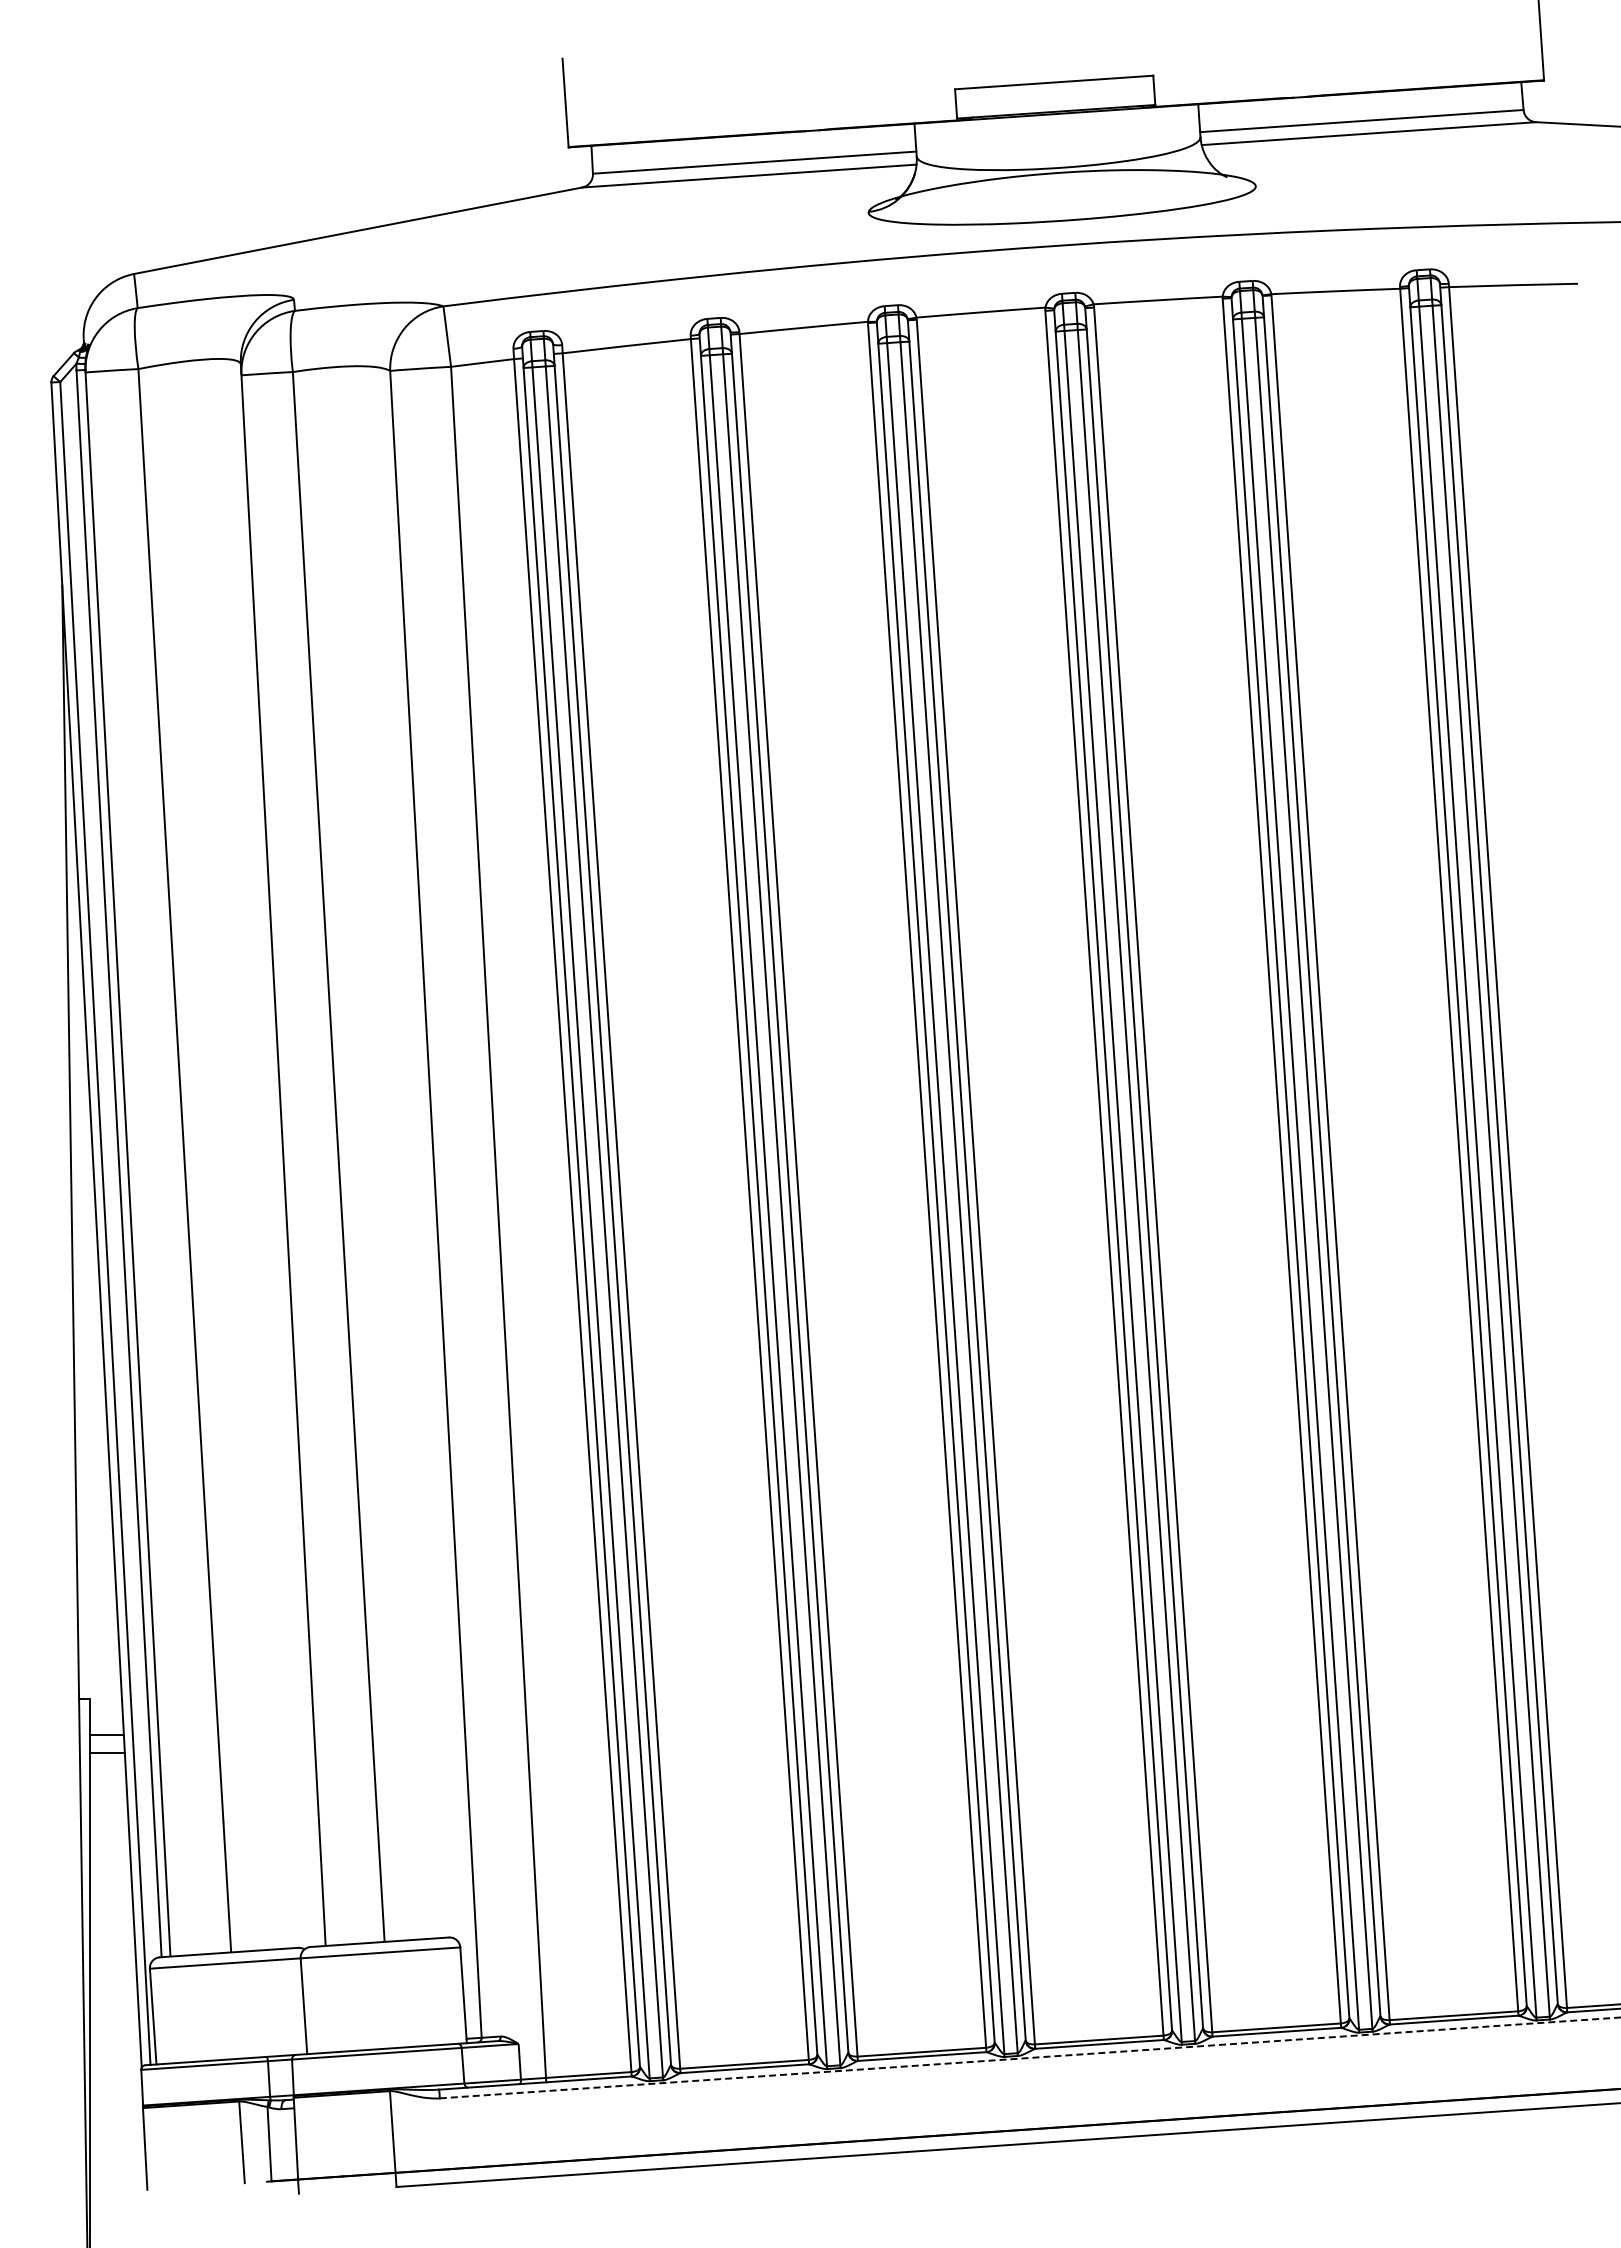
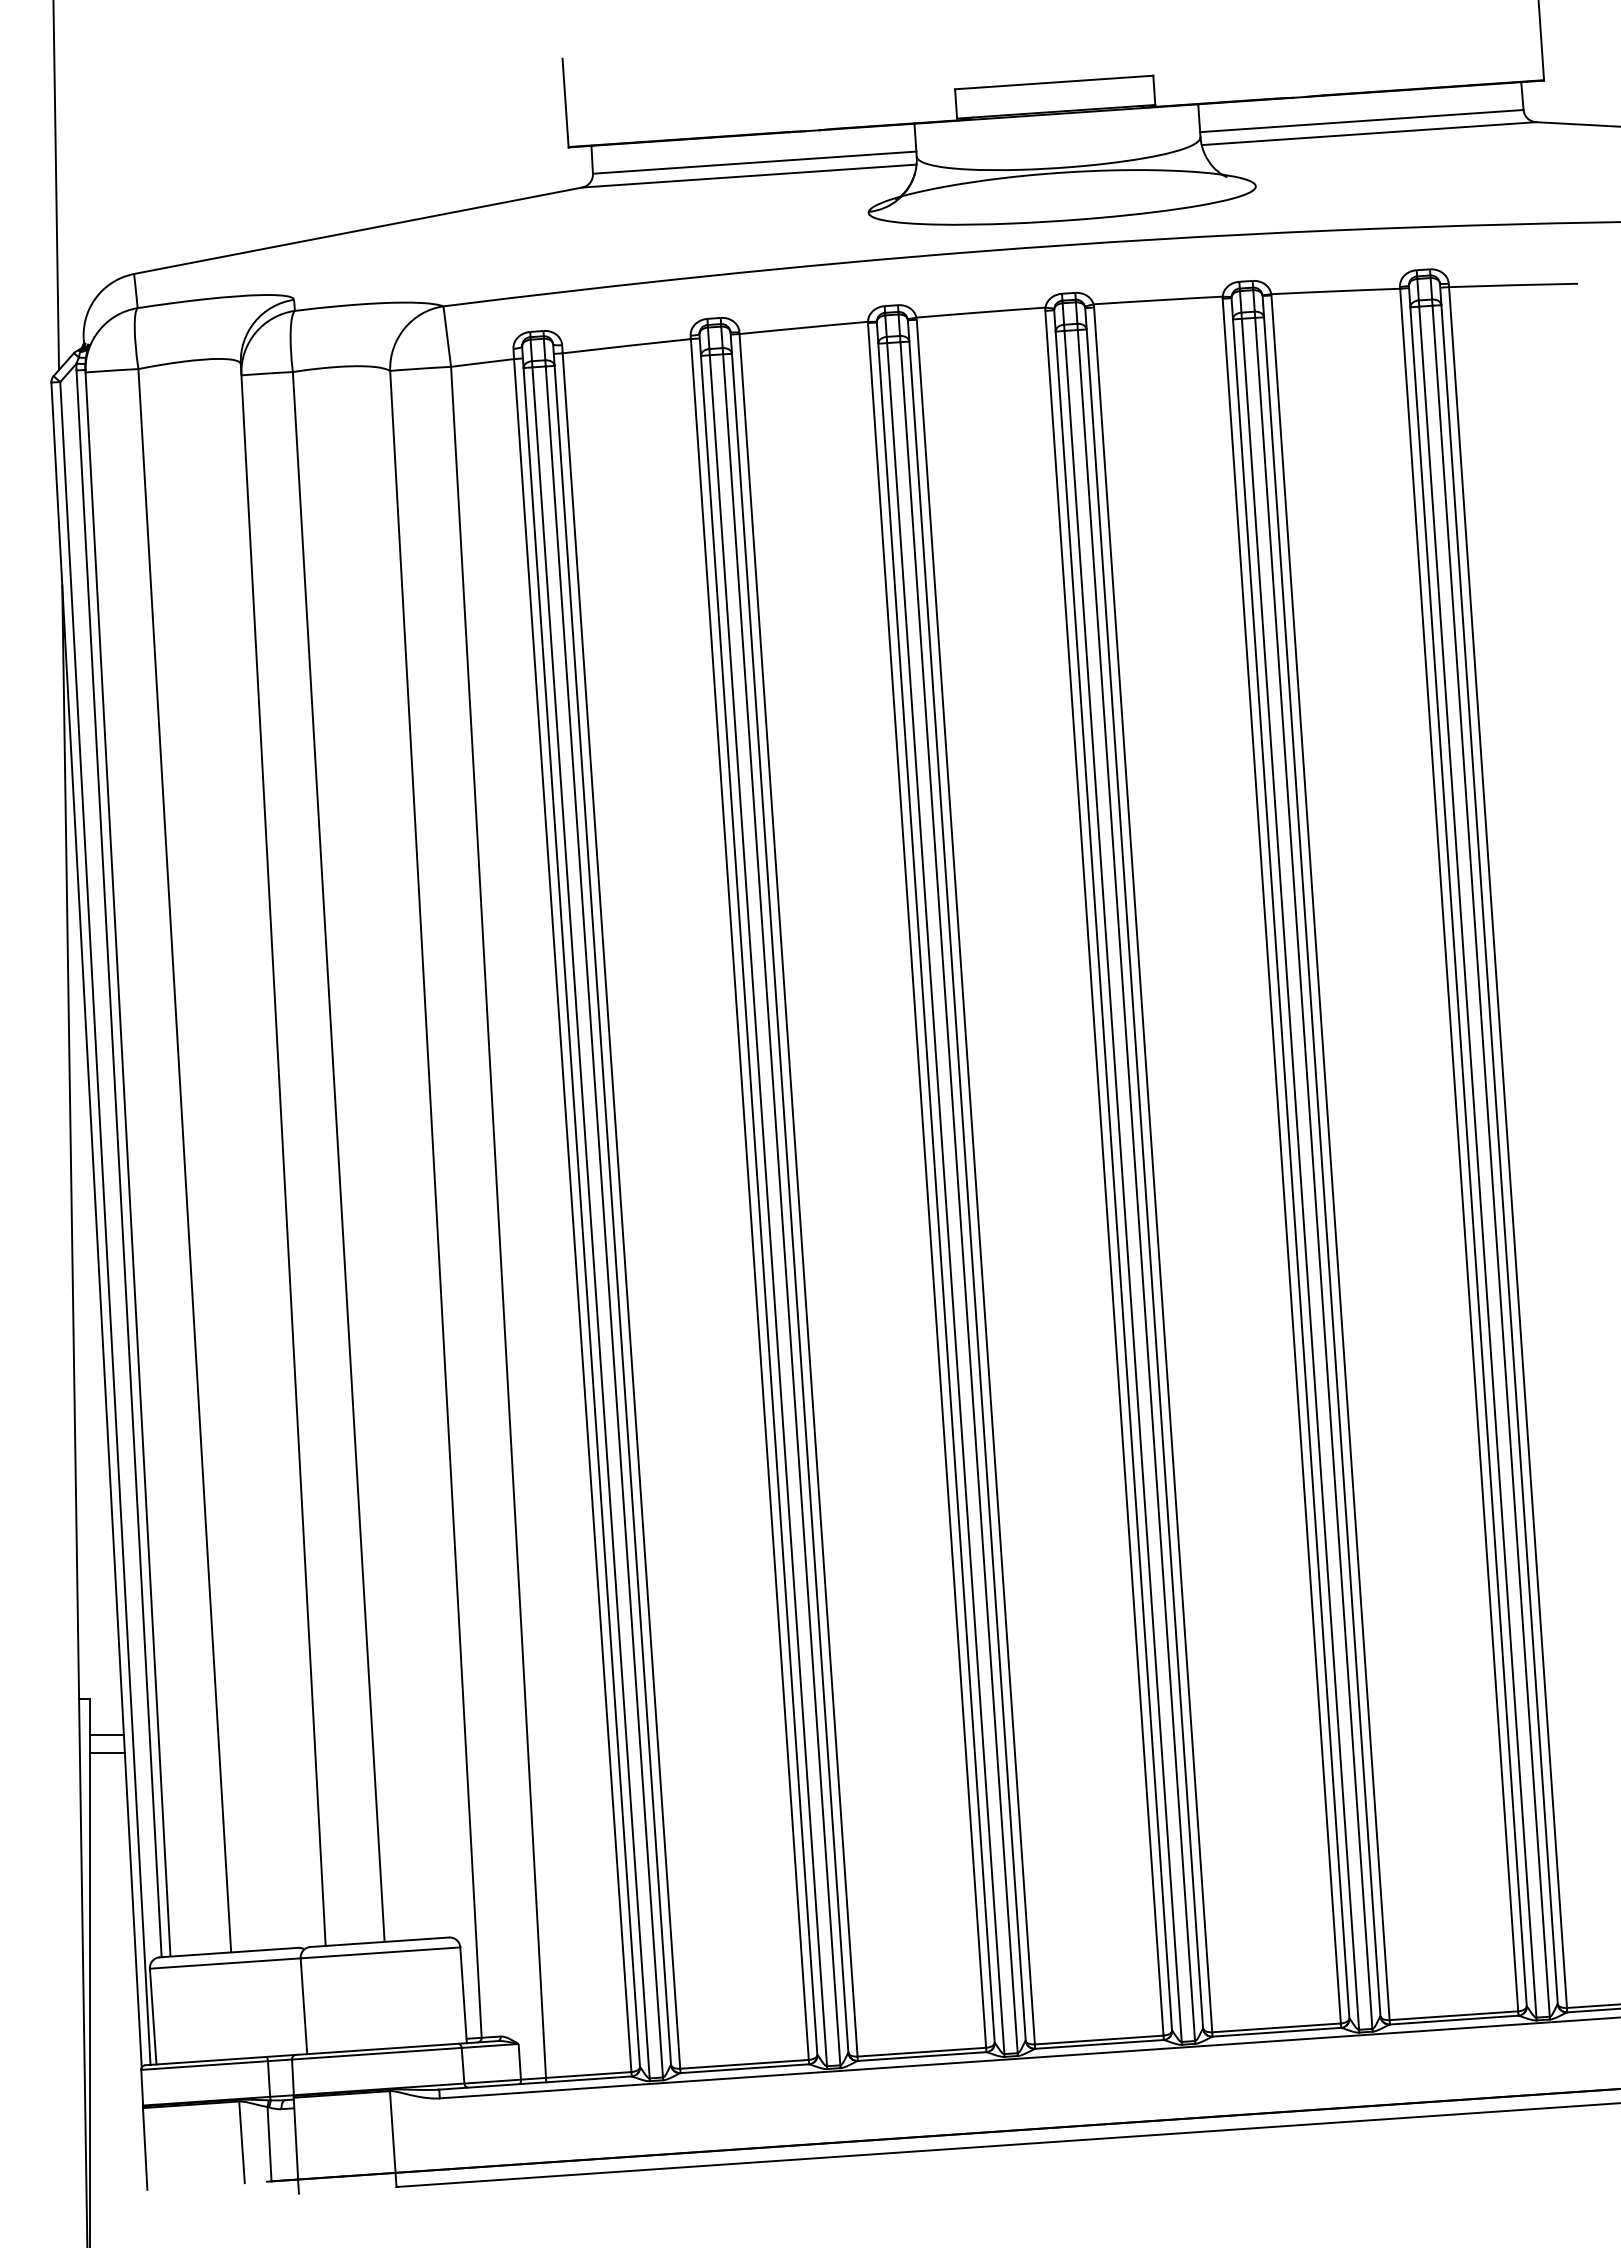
line at (56, 186): none -> present
line at (1030, 2057): dashed -> solid
